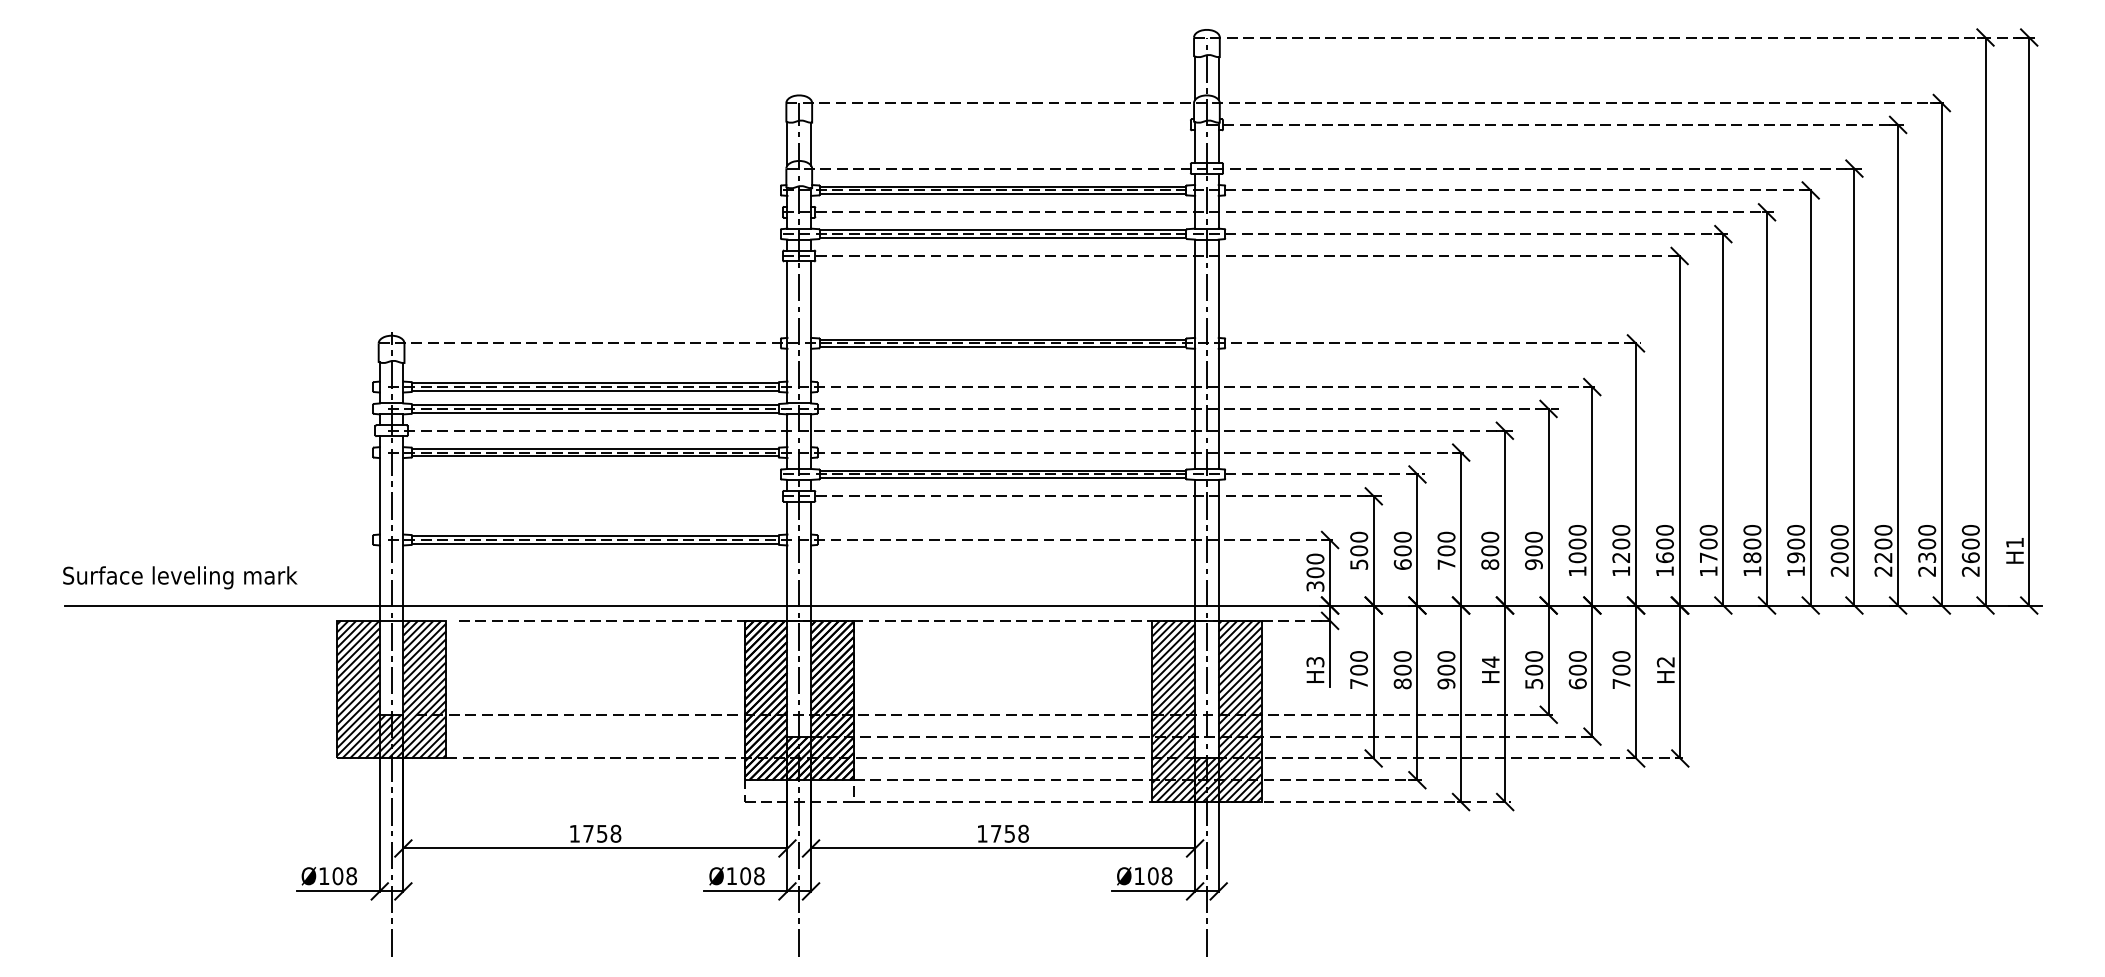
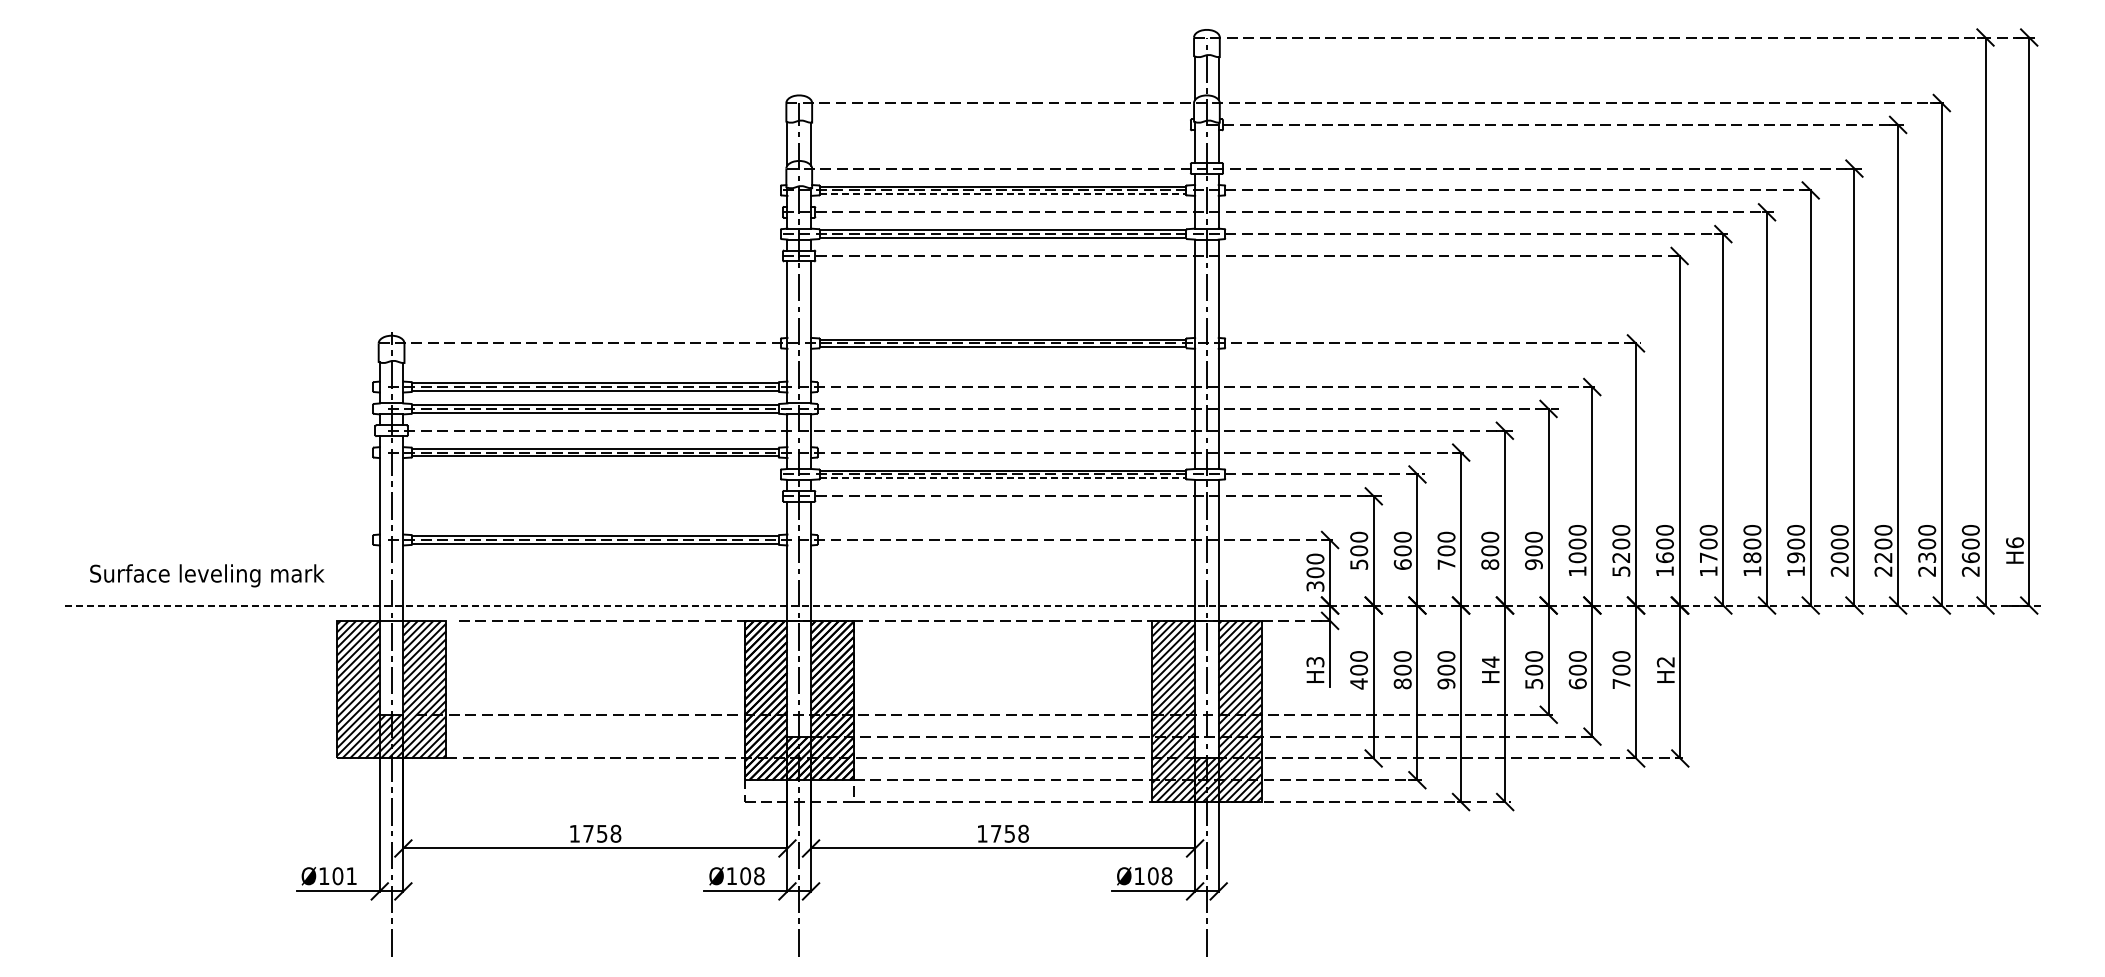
line at (1003, 194): solid -> dashed
line at (1003, 478): solid -> dashed
text at (2014, 542): H1 -> H6
text at (1621, 571): 1200 -> 5200
text at (180, 577) position: (180, 577) -> (207, 575)
line at (1053, 605): solid -> dashed
text at (1358, 683): 700 -> 400
text at (351, 876): Ø108 -> Ø101
